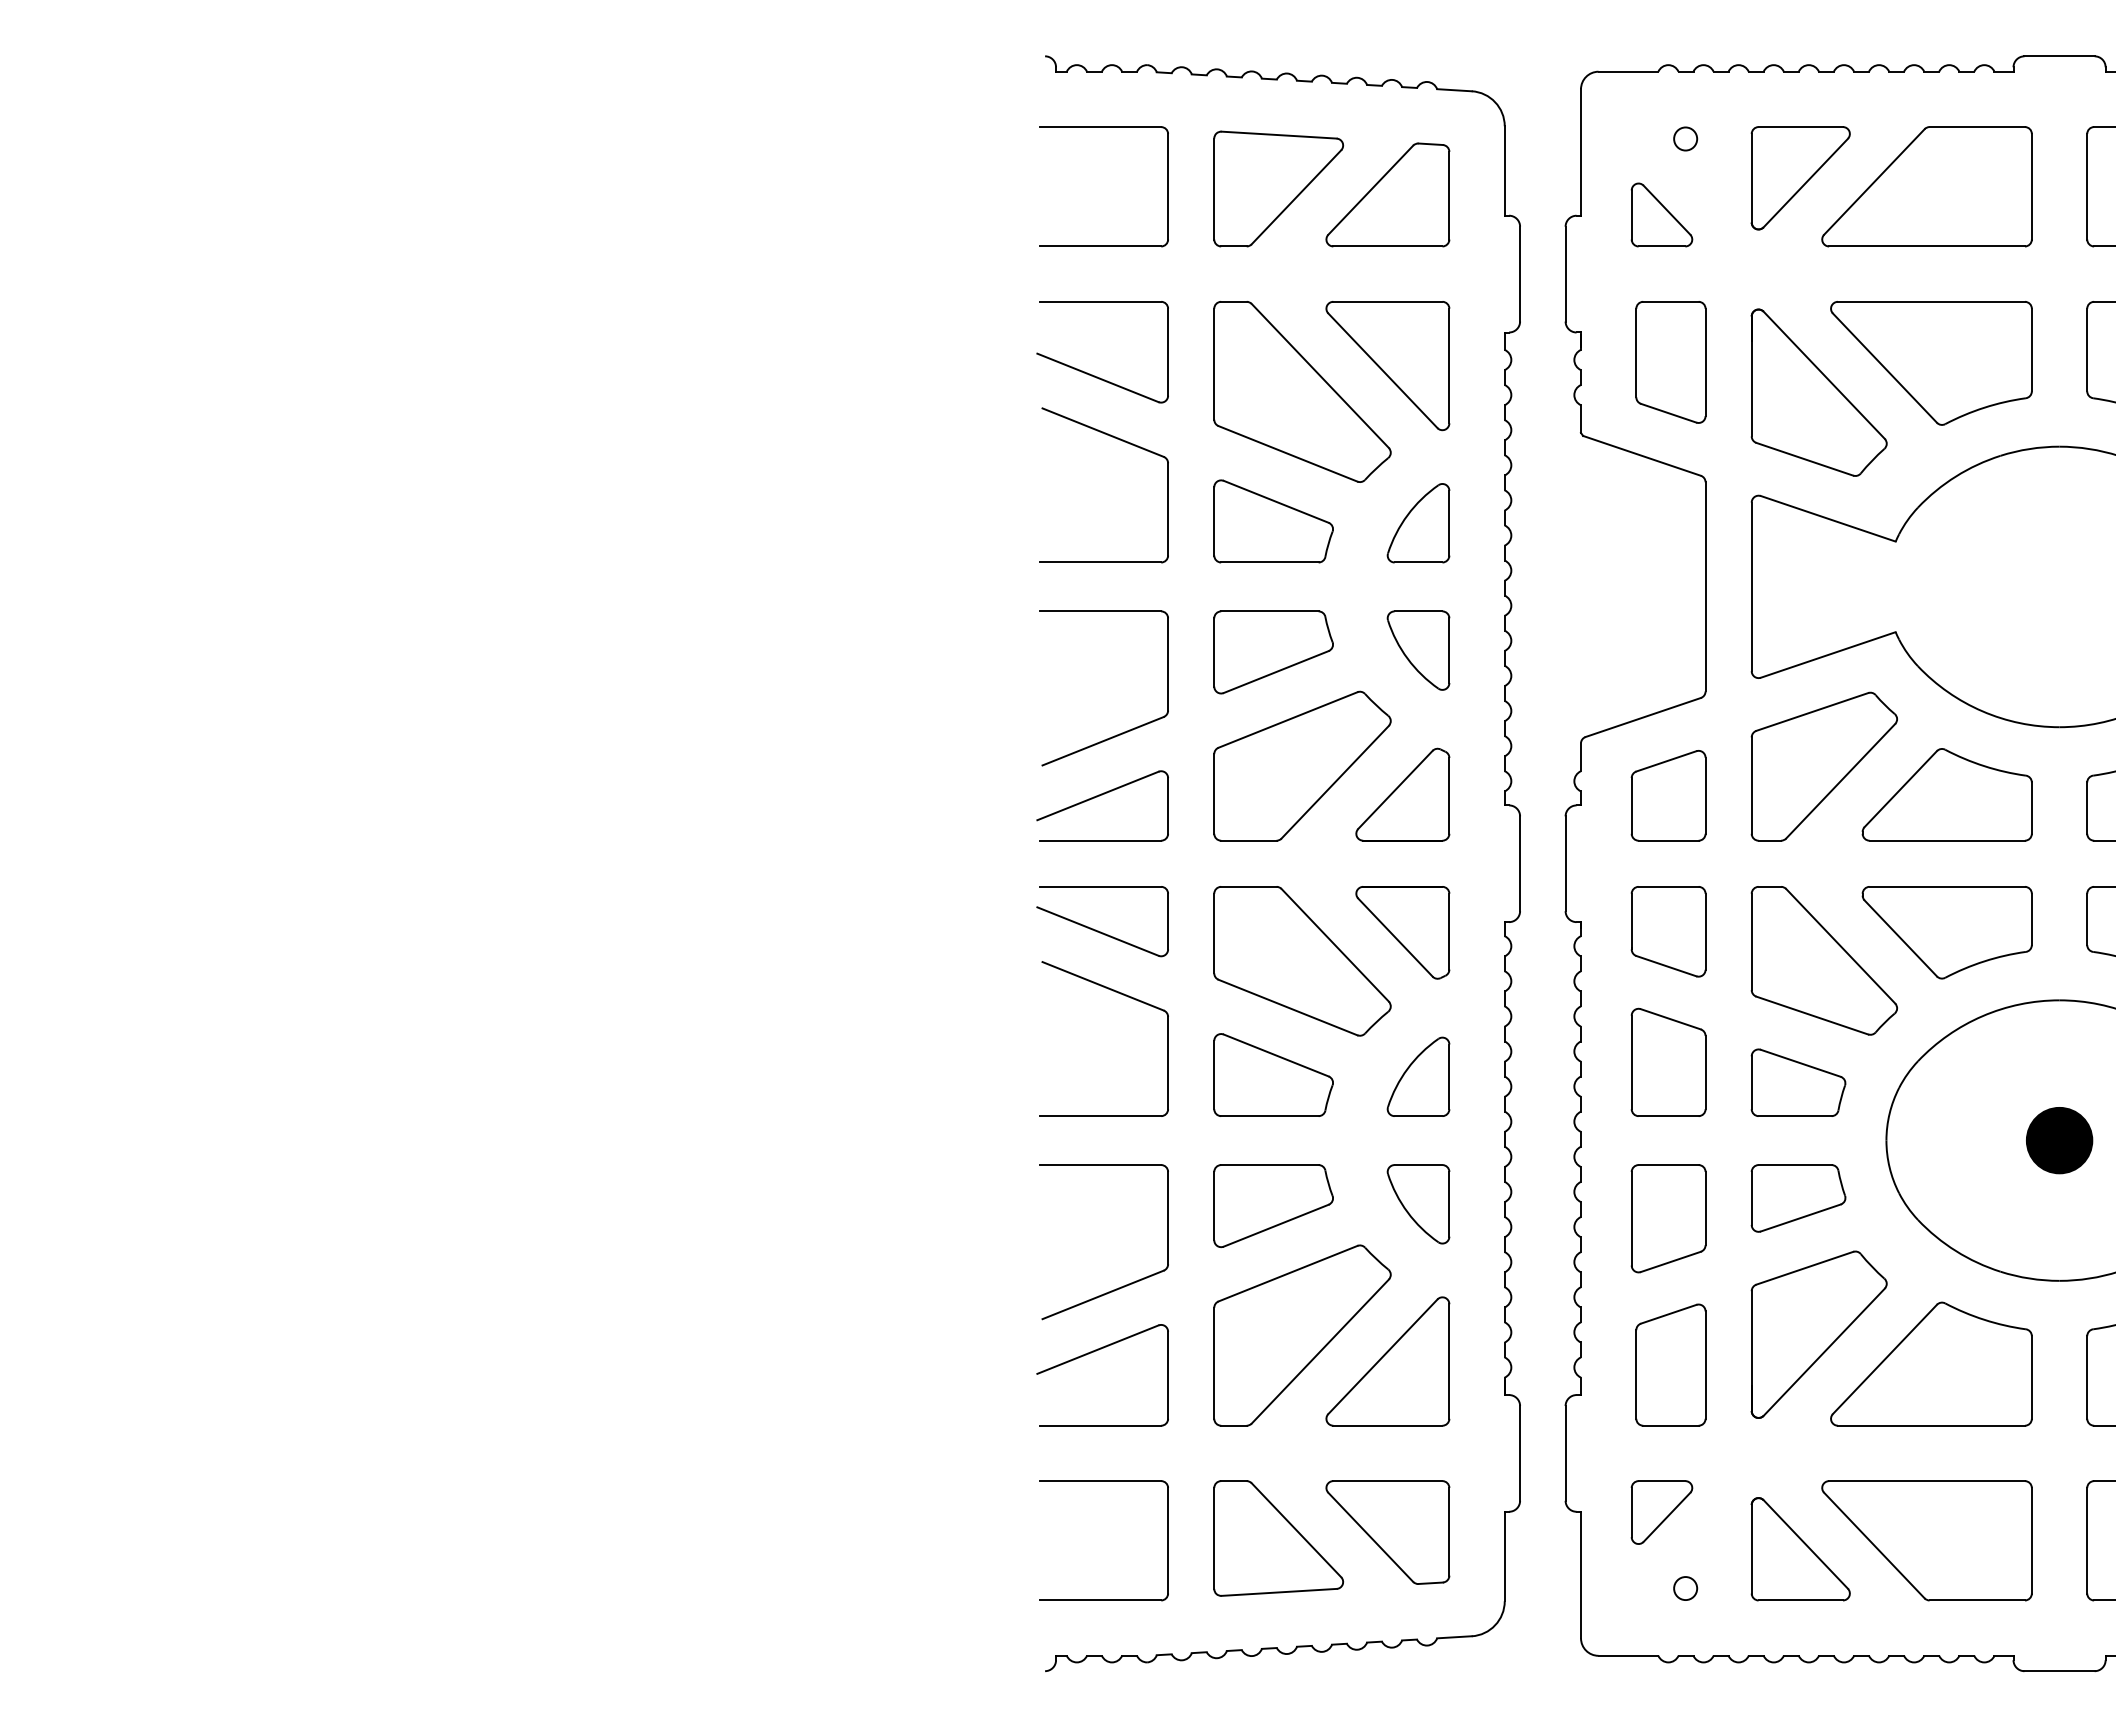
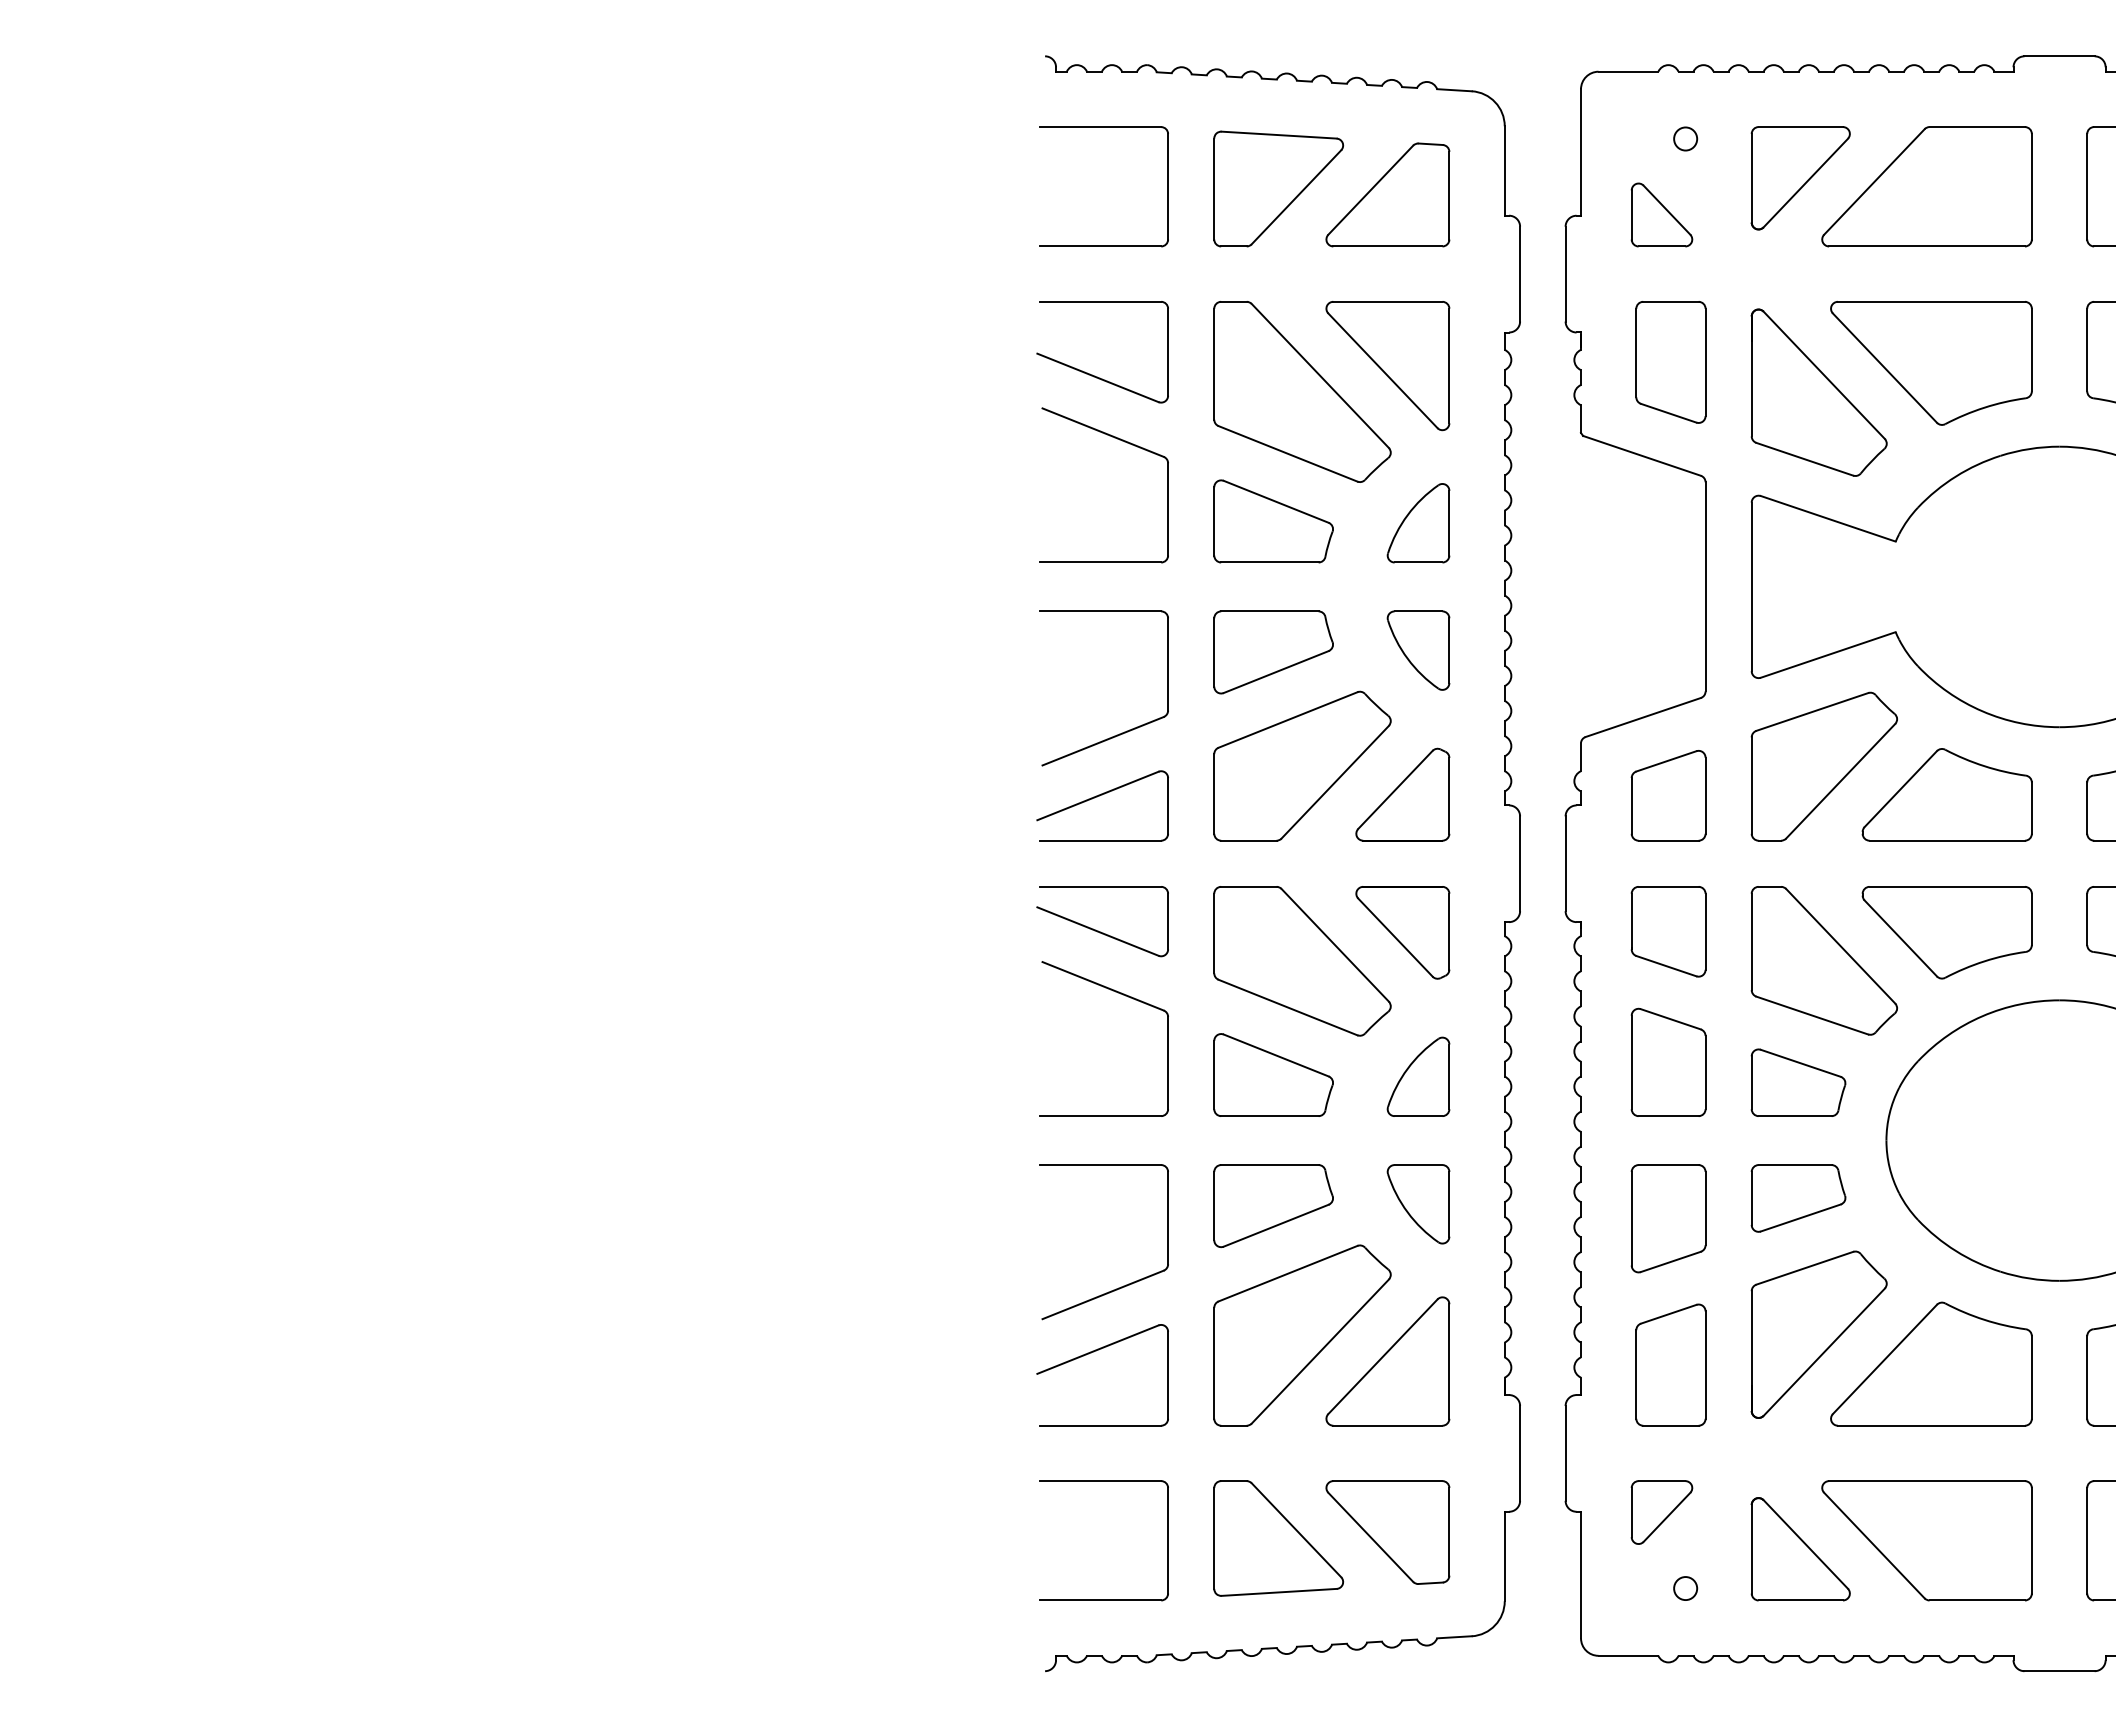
part at (2059, 1140): present -> none
